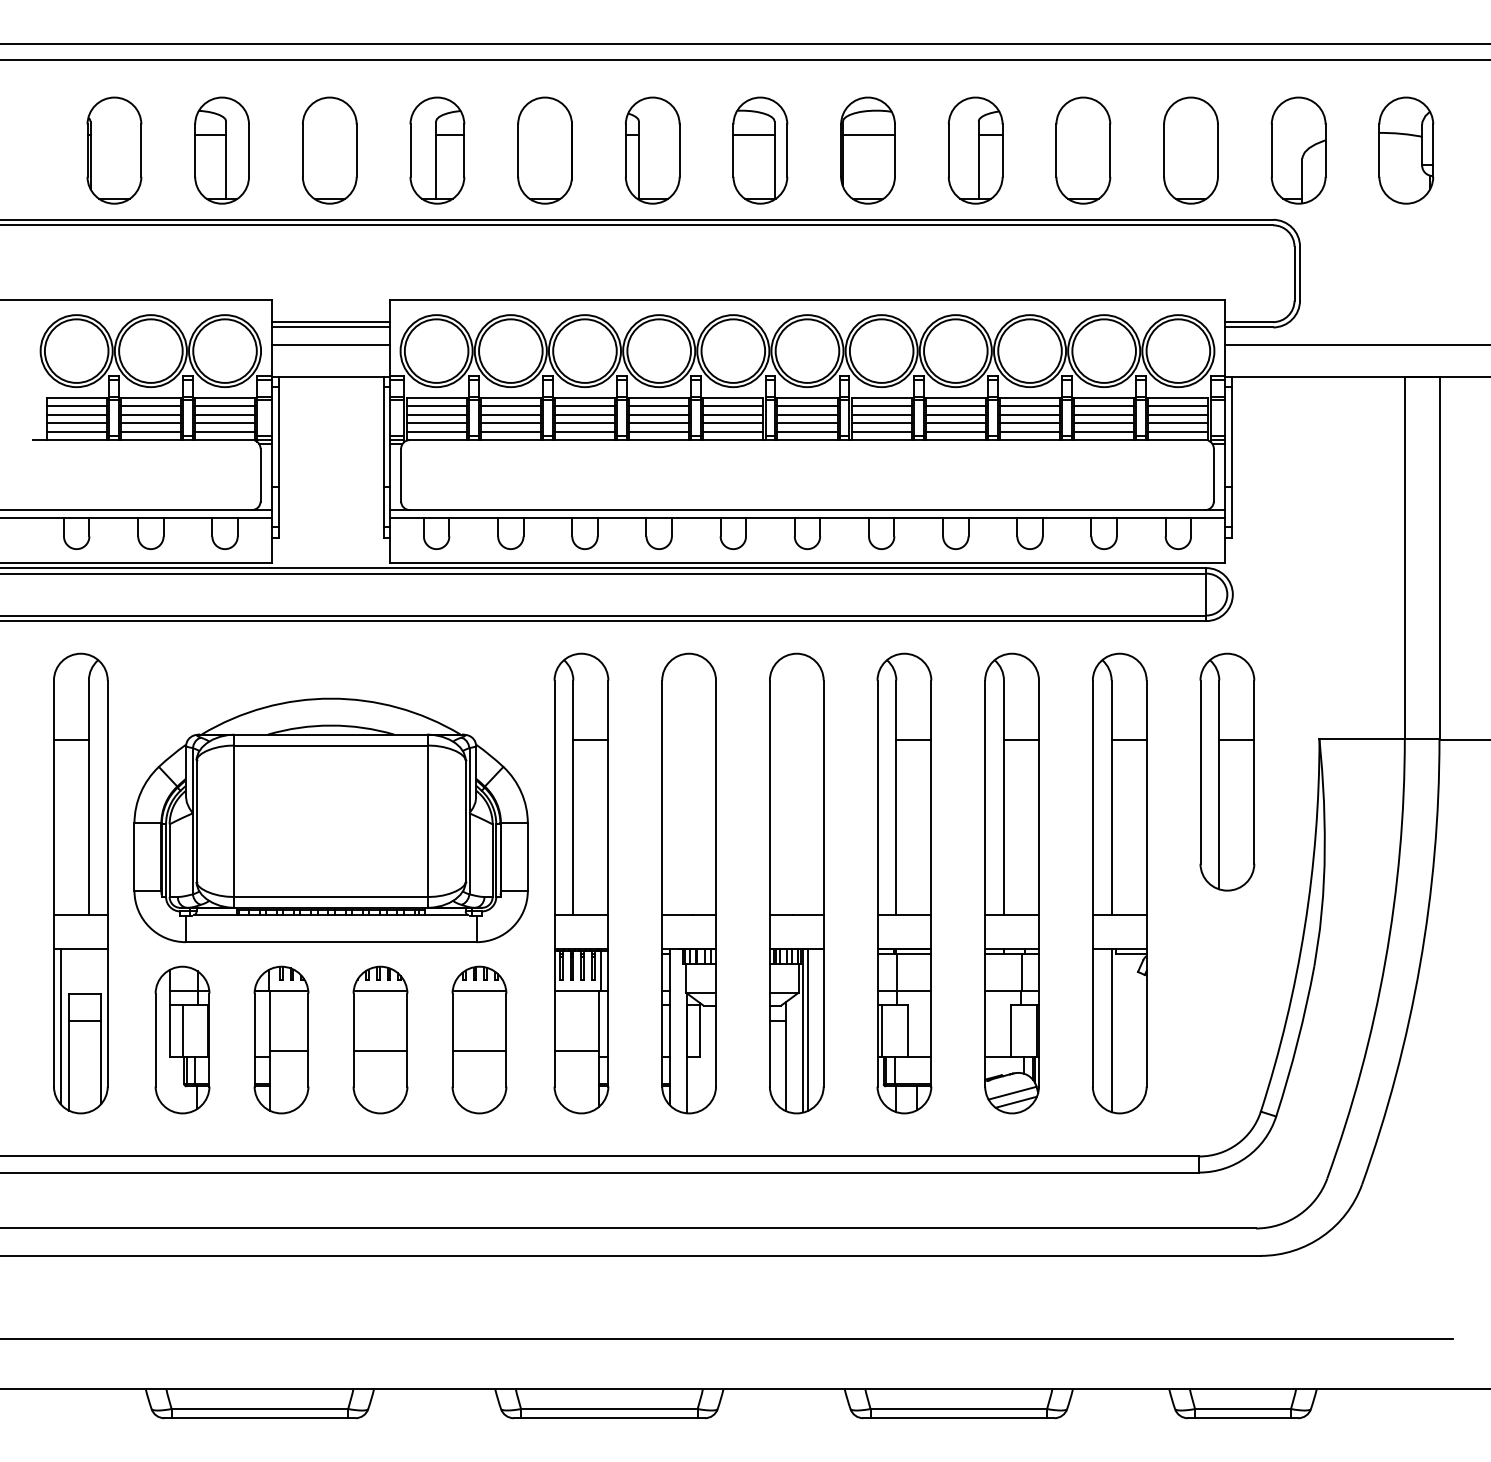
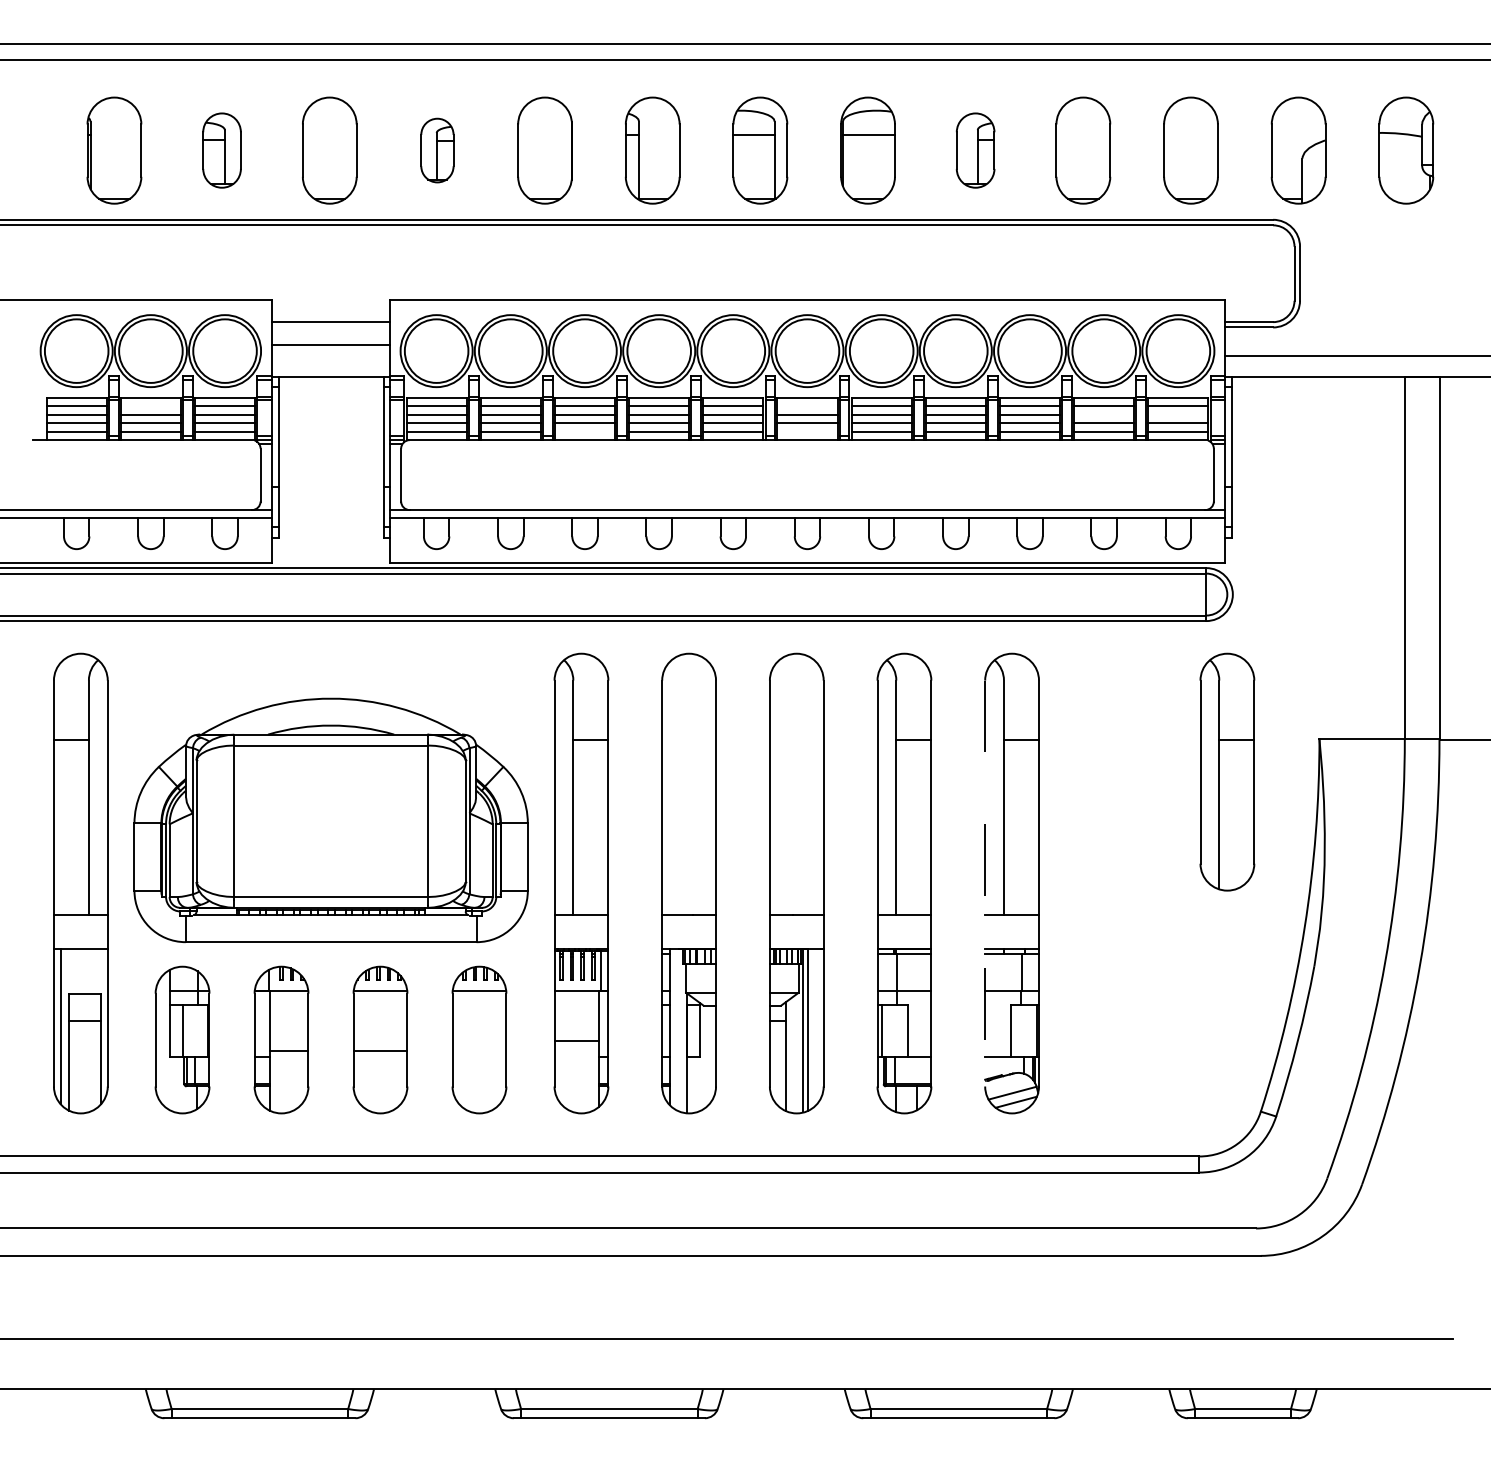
part at (221, 150) size: 56x109 px -> 40x77 px
part at (437, 150) size: 57x109 px -> 35x67 px
part at (975, 150) size: 57x109 px -> 41x77 px
line at (330, 327): present -> none
line at (1355, 345) position: (1355, 345) -> (1355, 356)
line at (150, 405): present -> none
line at (807, 405): present -> none
line at (1104, 415): present -> none
line at (1178, 415): present -> none
line at (584, 432): present -> none
line at (807, 432): present -> none
line at (985, 883): solid -> dashed
part at (1119, 883): present -> none
line at (479, 1050): present -> none
line at (576, 1050) position: (576, 1050) -> (576, 1040)
